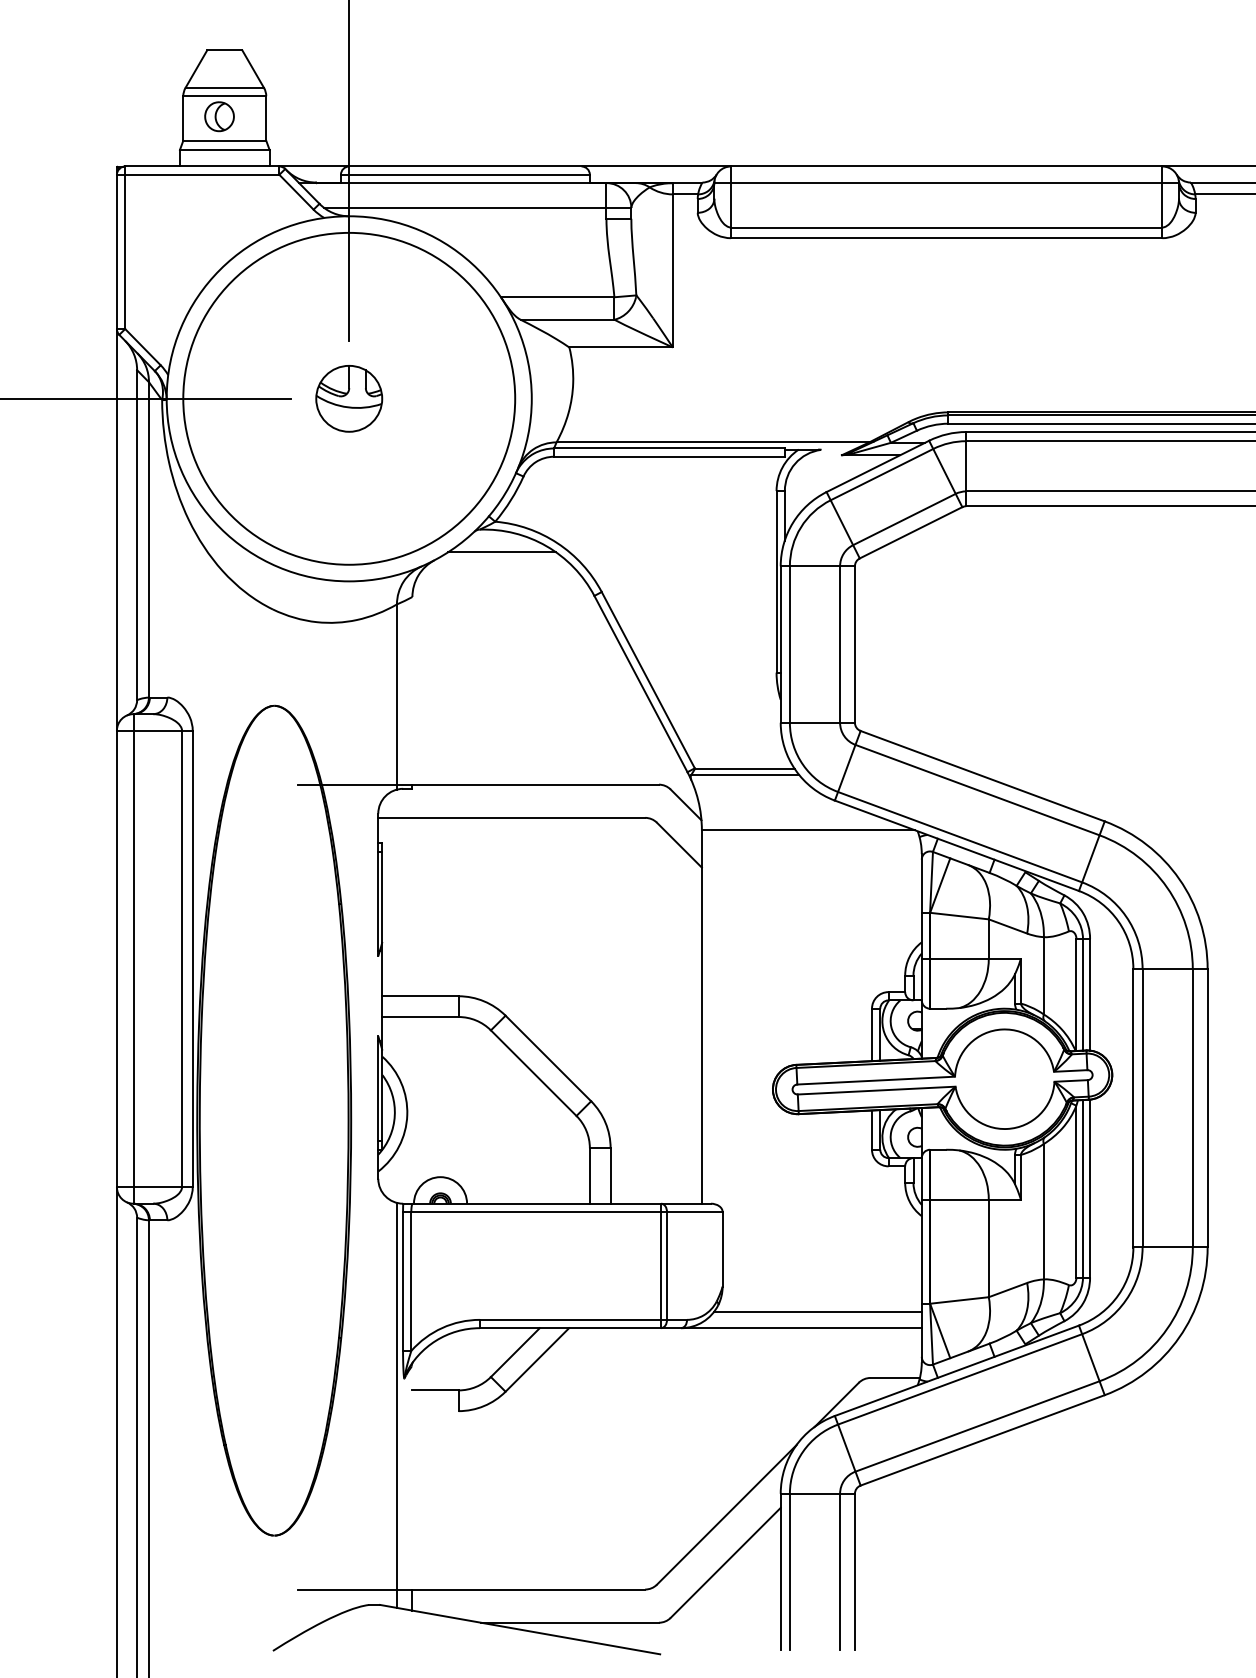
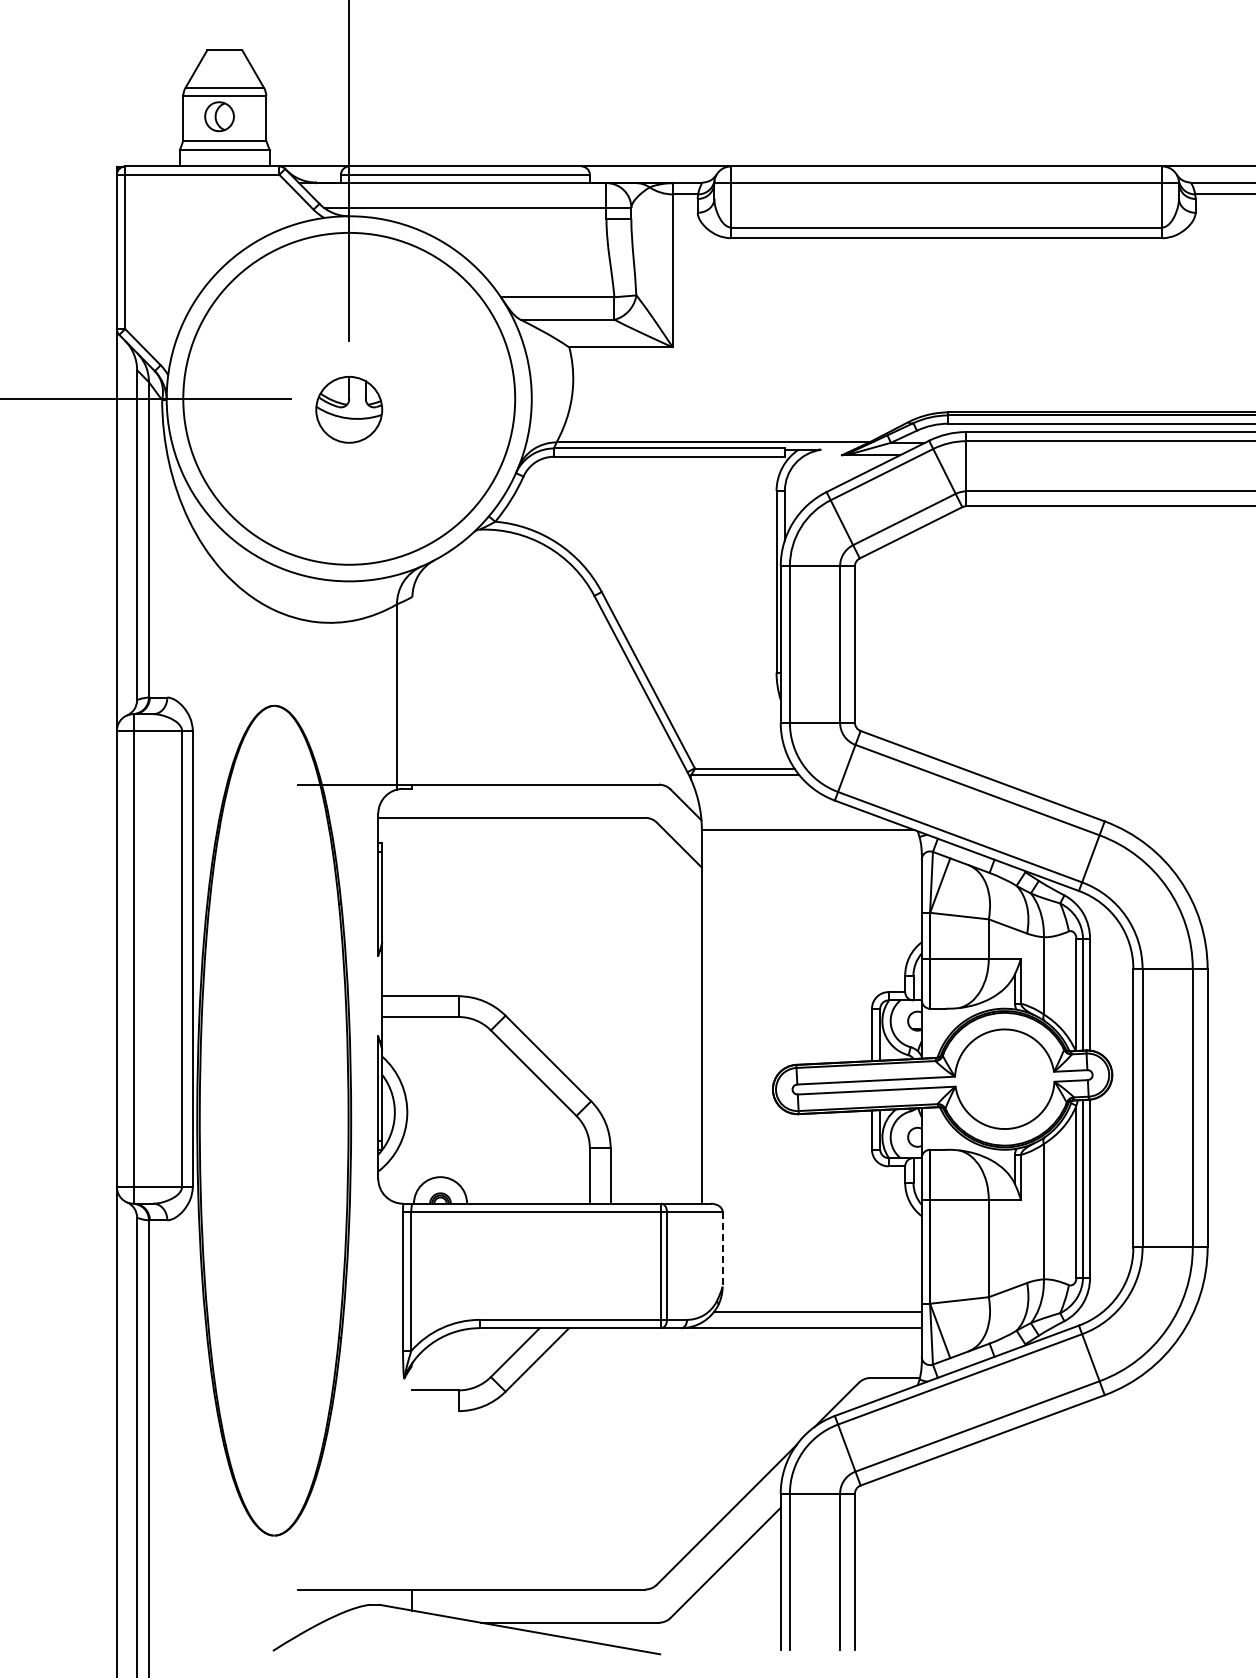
part at (349, 398) position: (349, 398) -> (349, 409)
line at (501, 552): present -> none
line at (722, 1249): solid -> dashed
line at (396, 1404): present -> none
